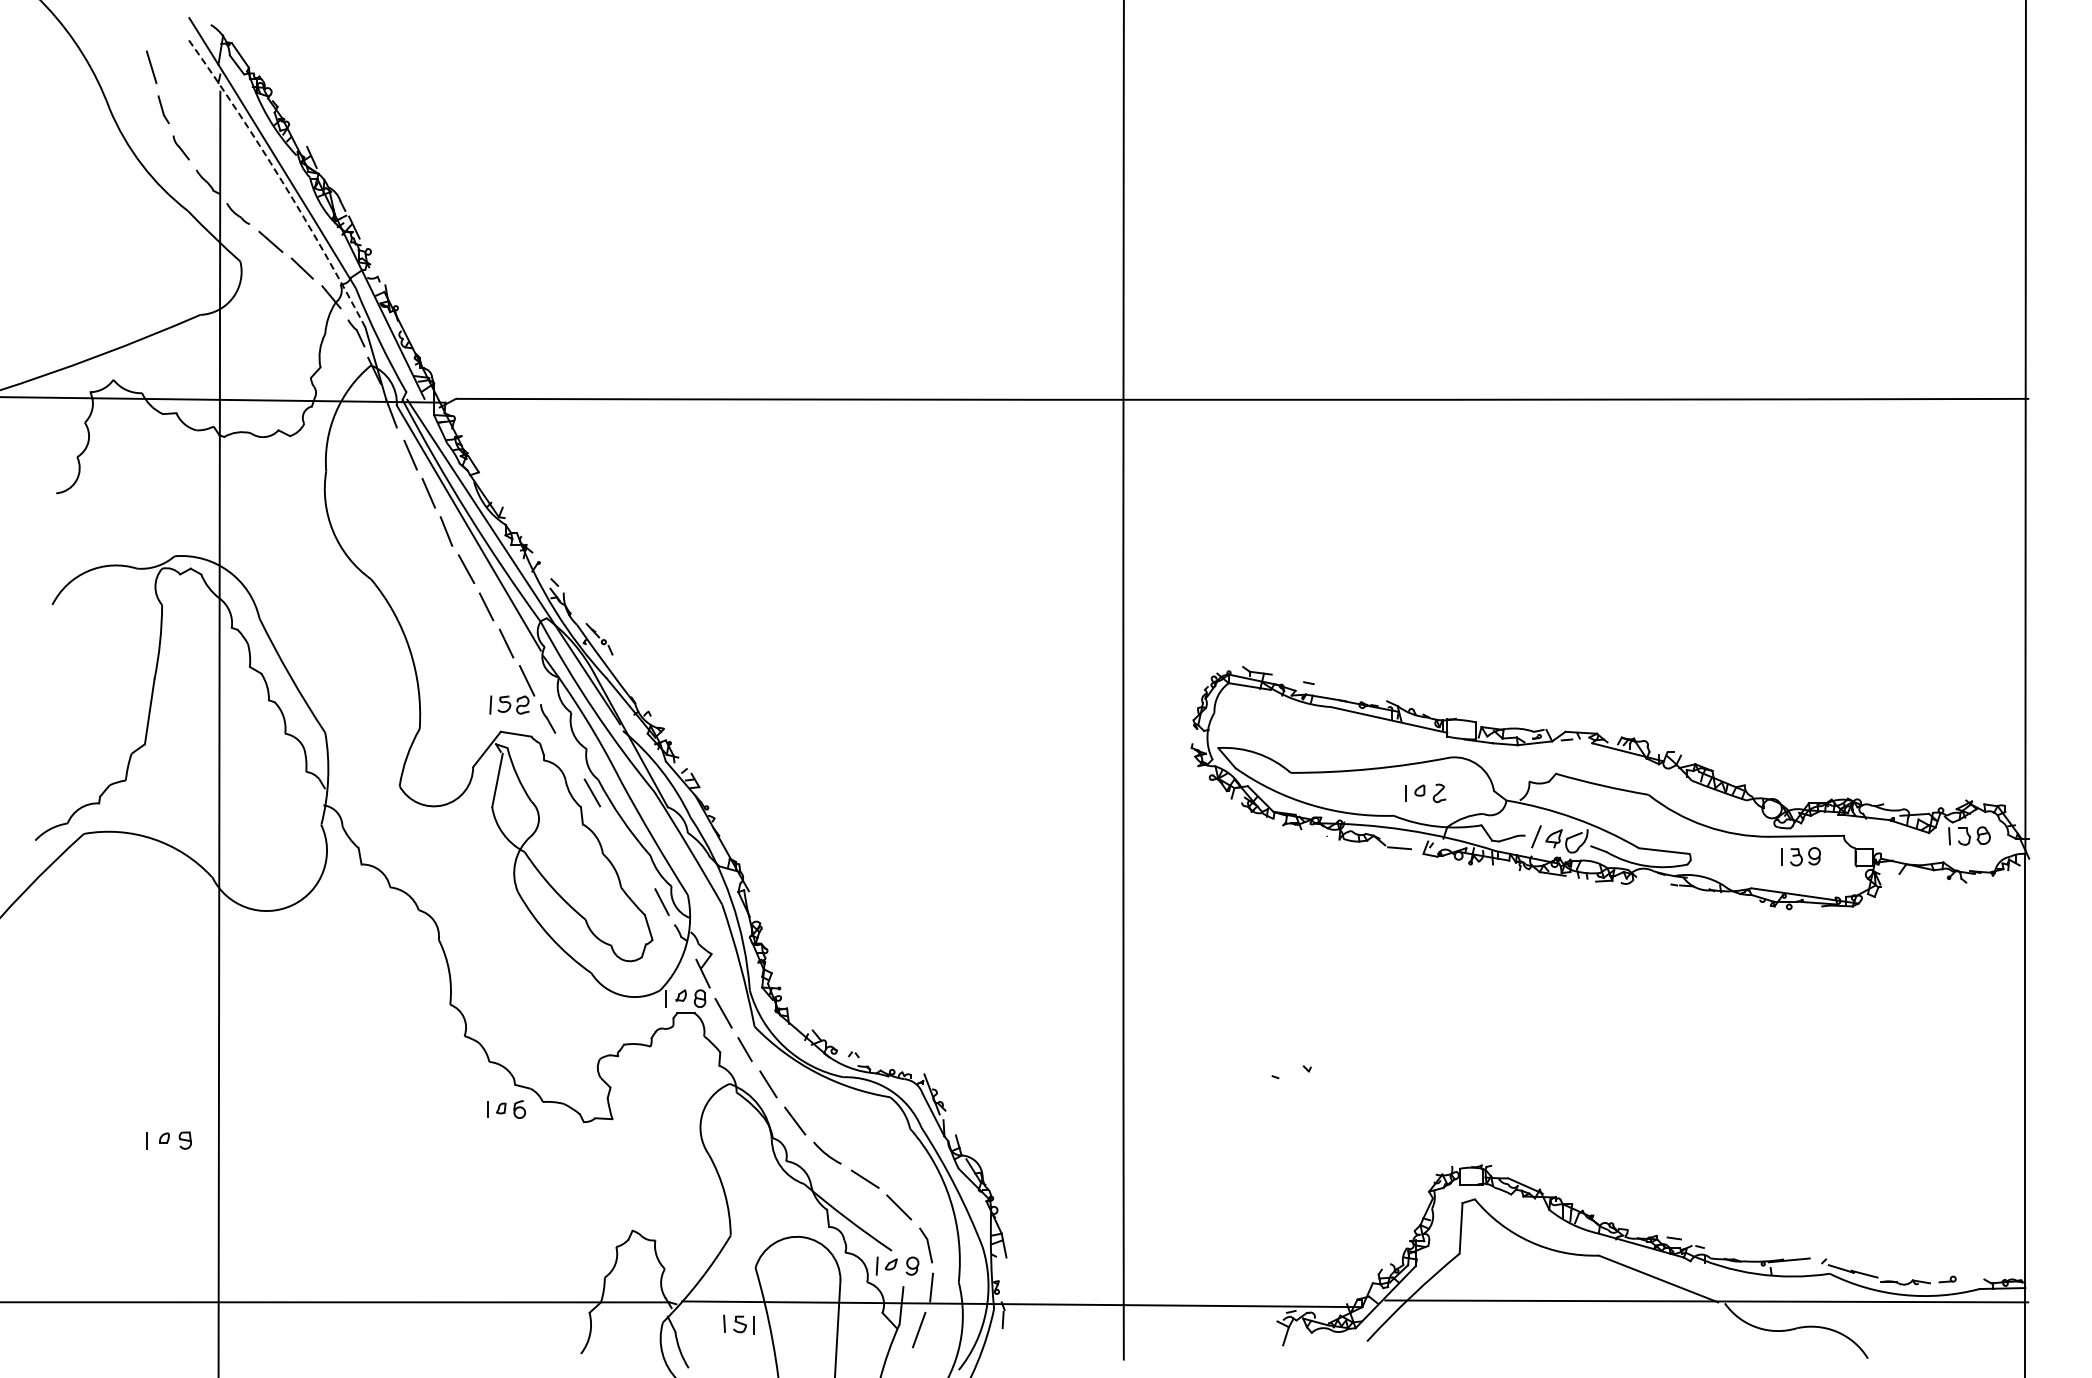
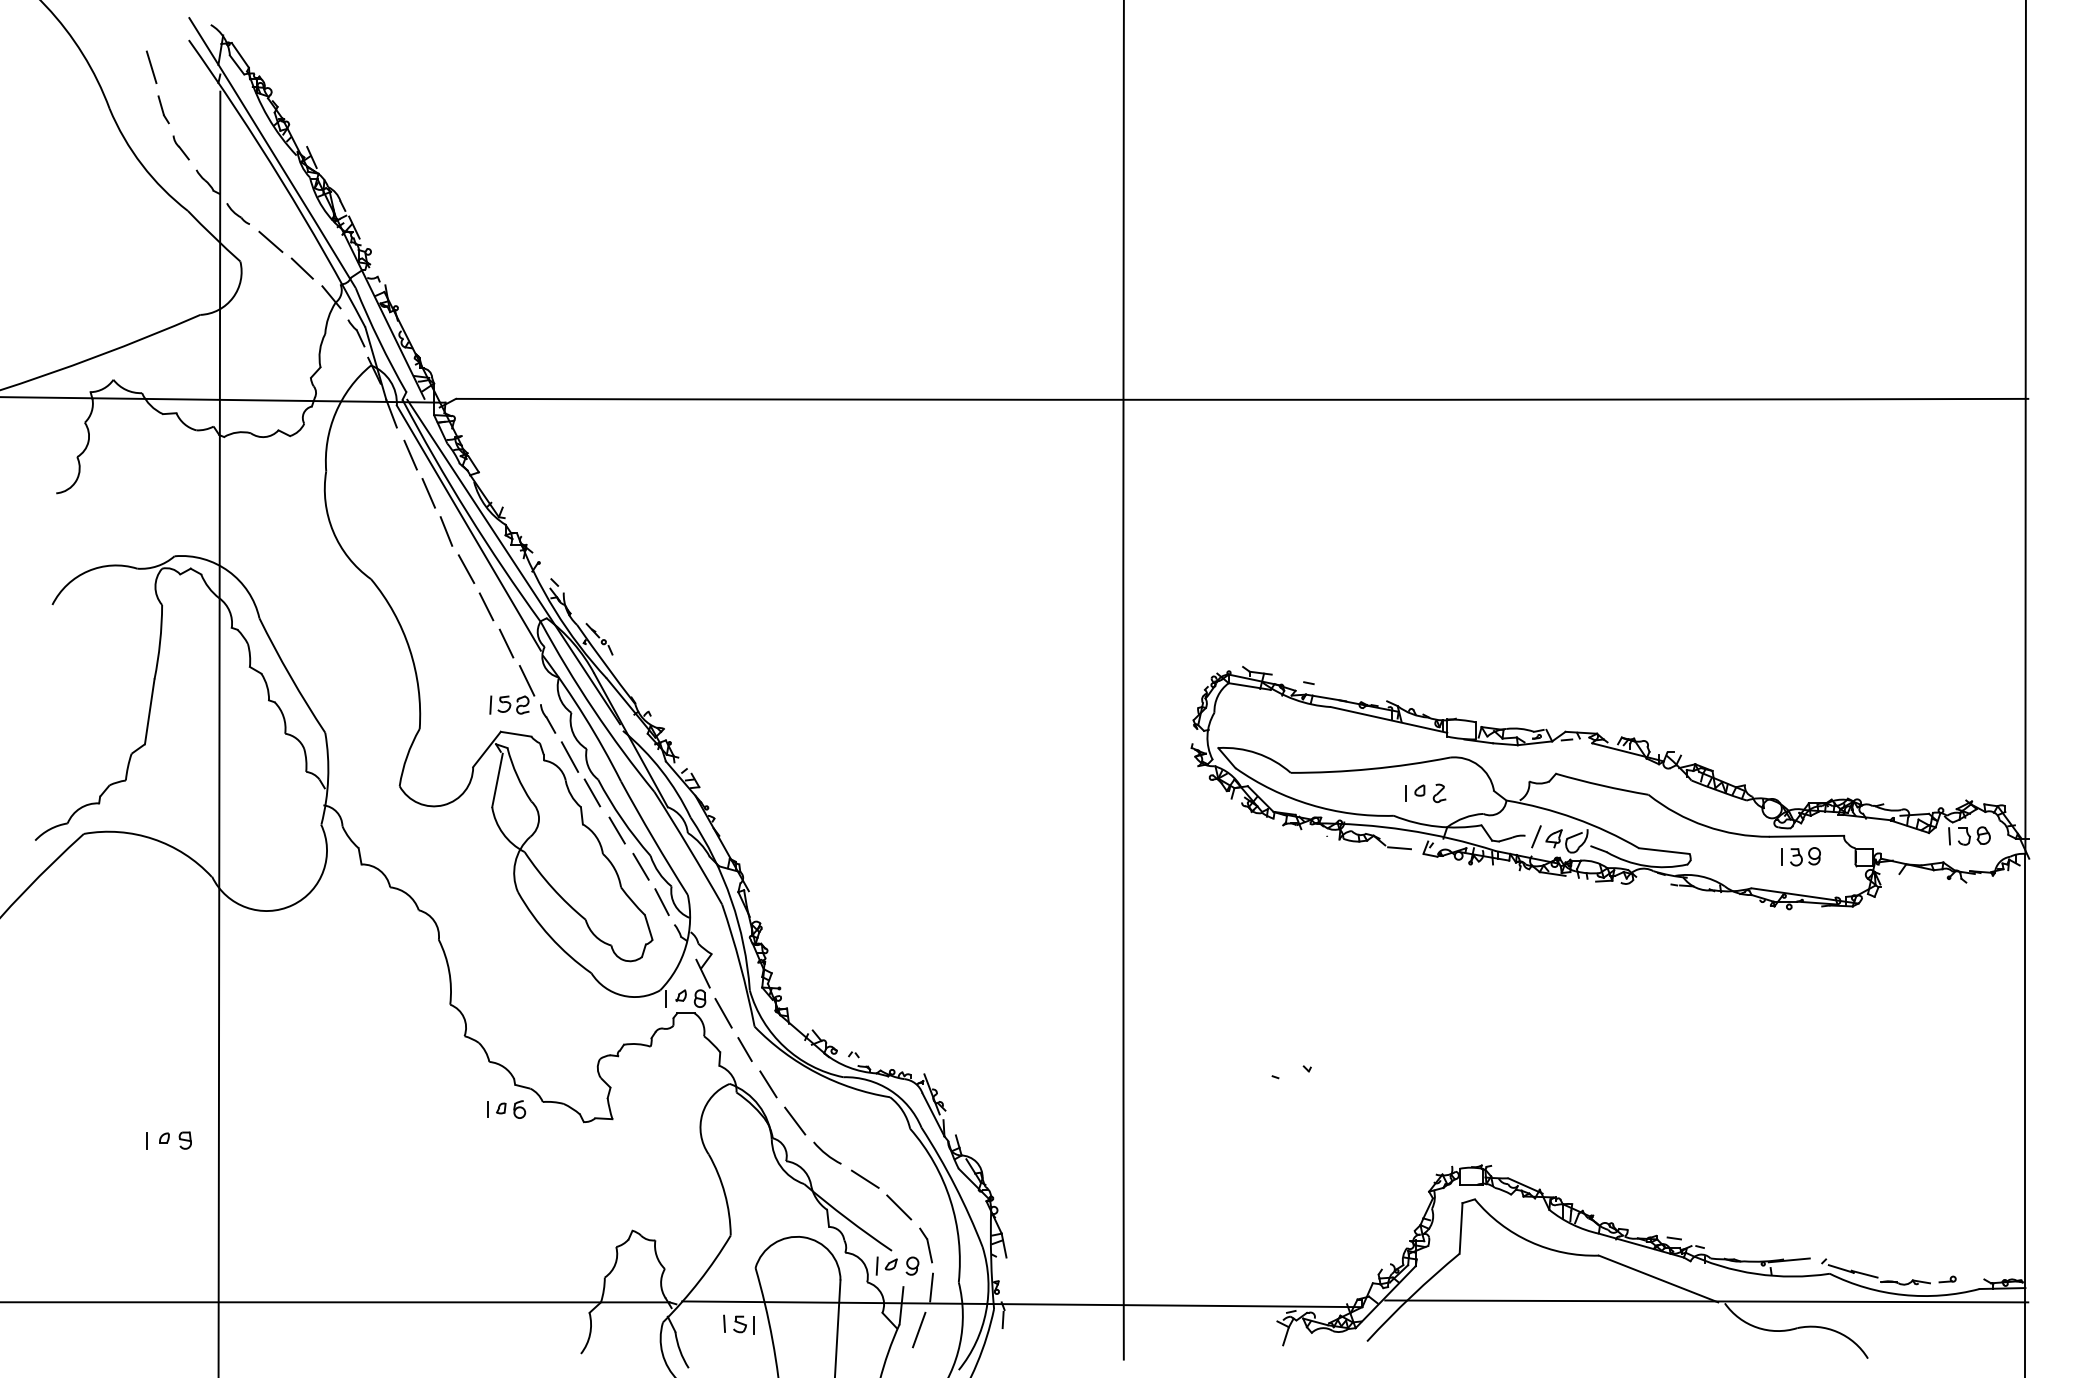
arc at (281, 180): dashed -> solid
line at (569, 756): none -> present
line at (616, 830): none -> present
line at (640, 866): none -> present
